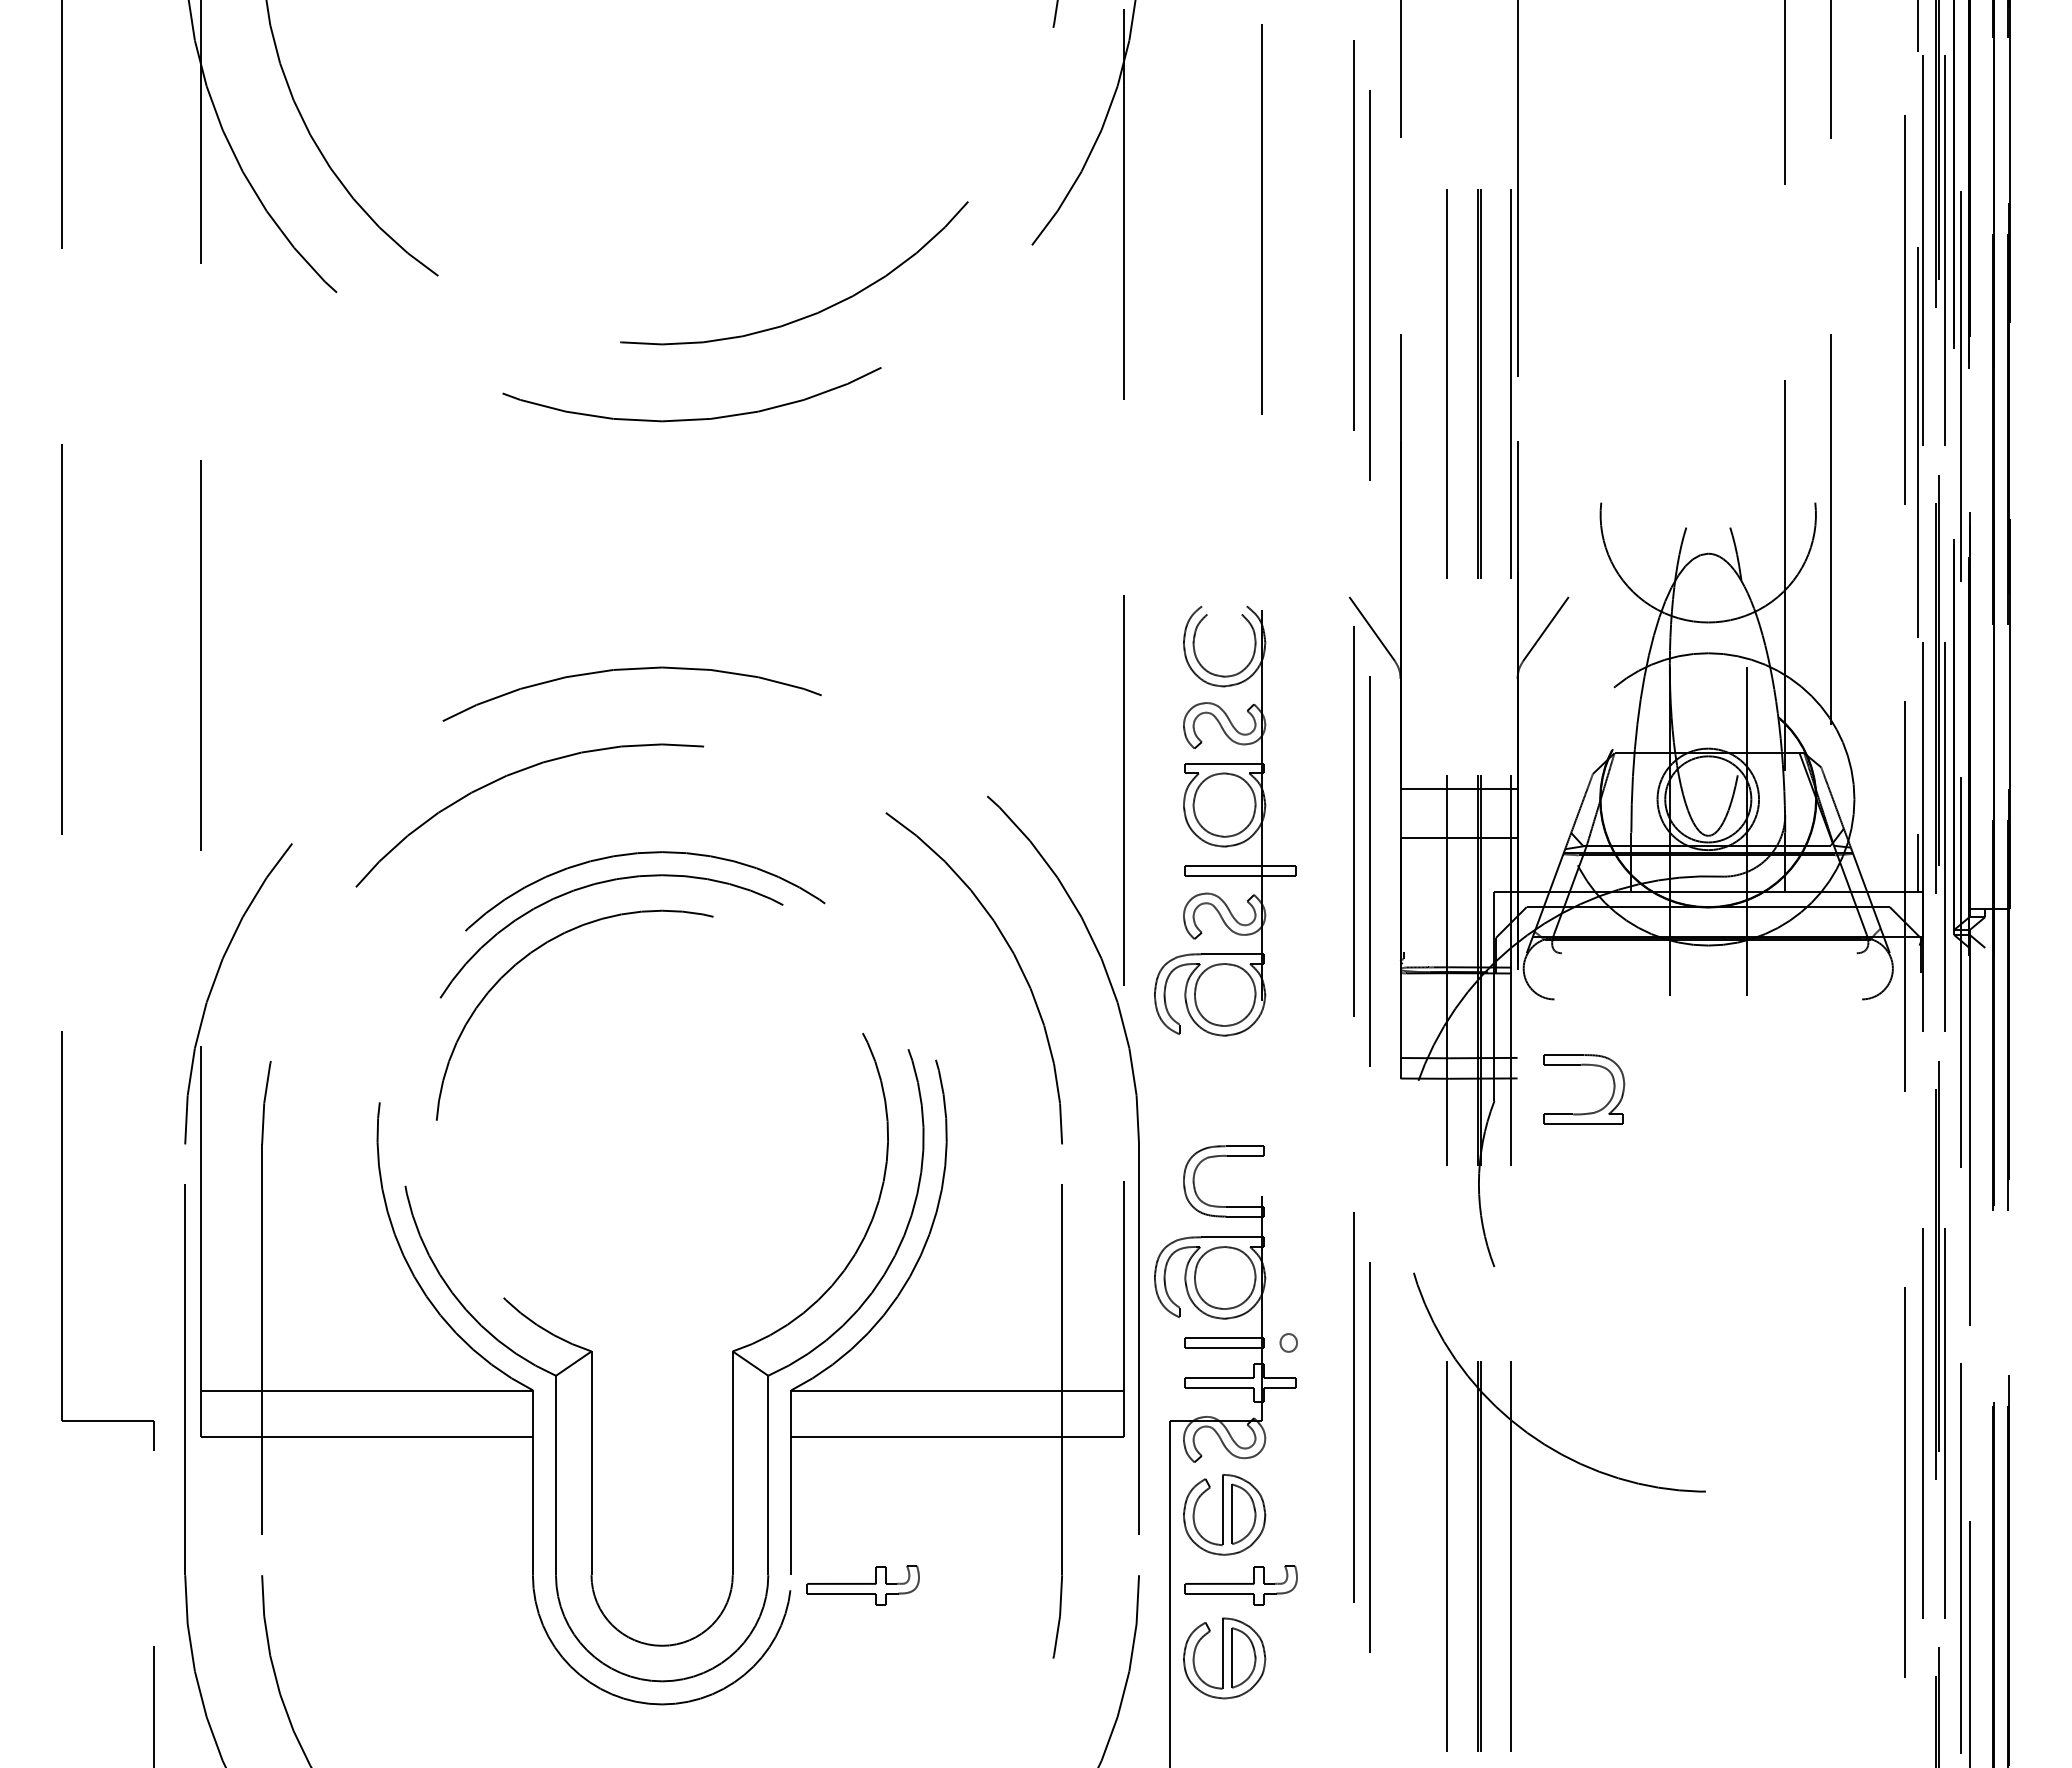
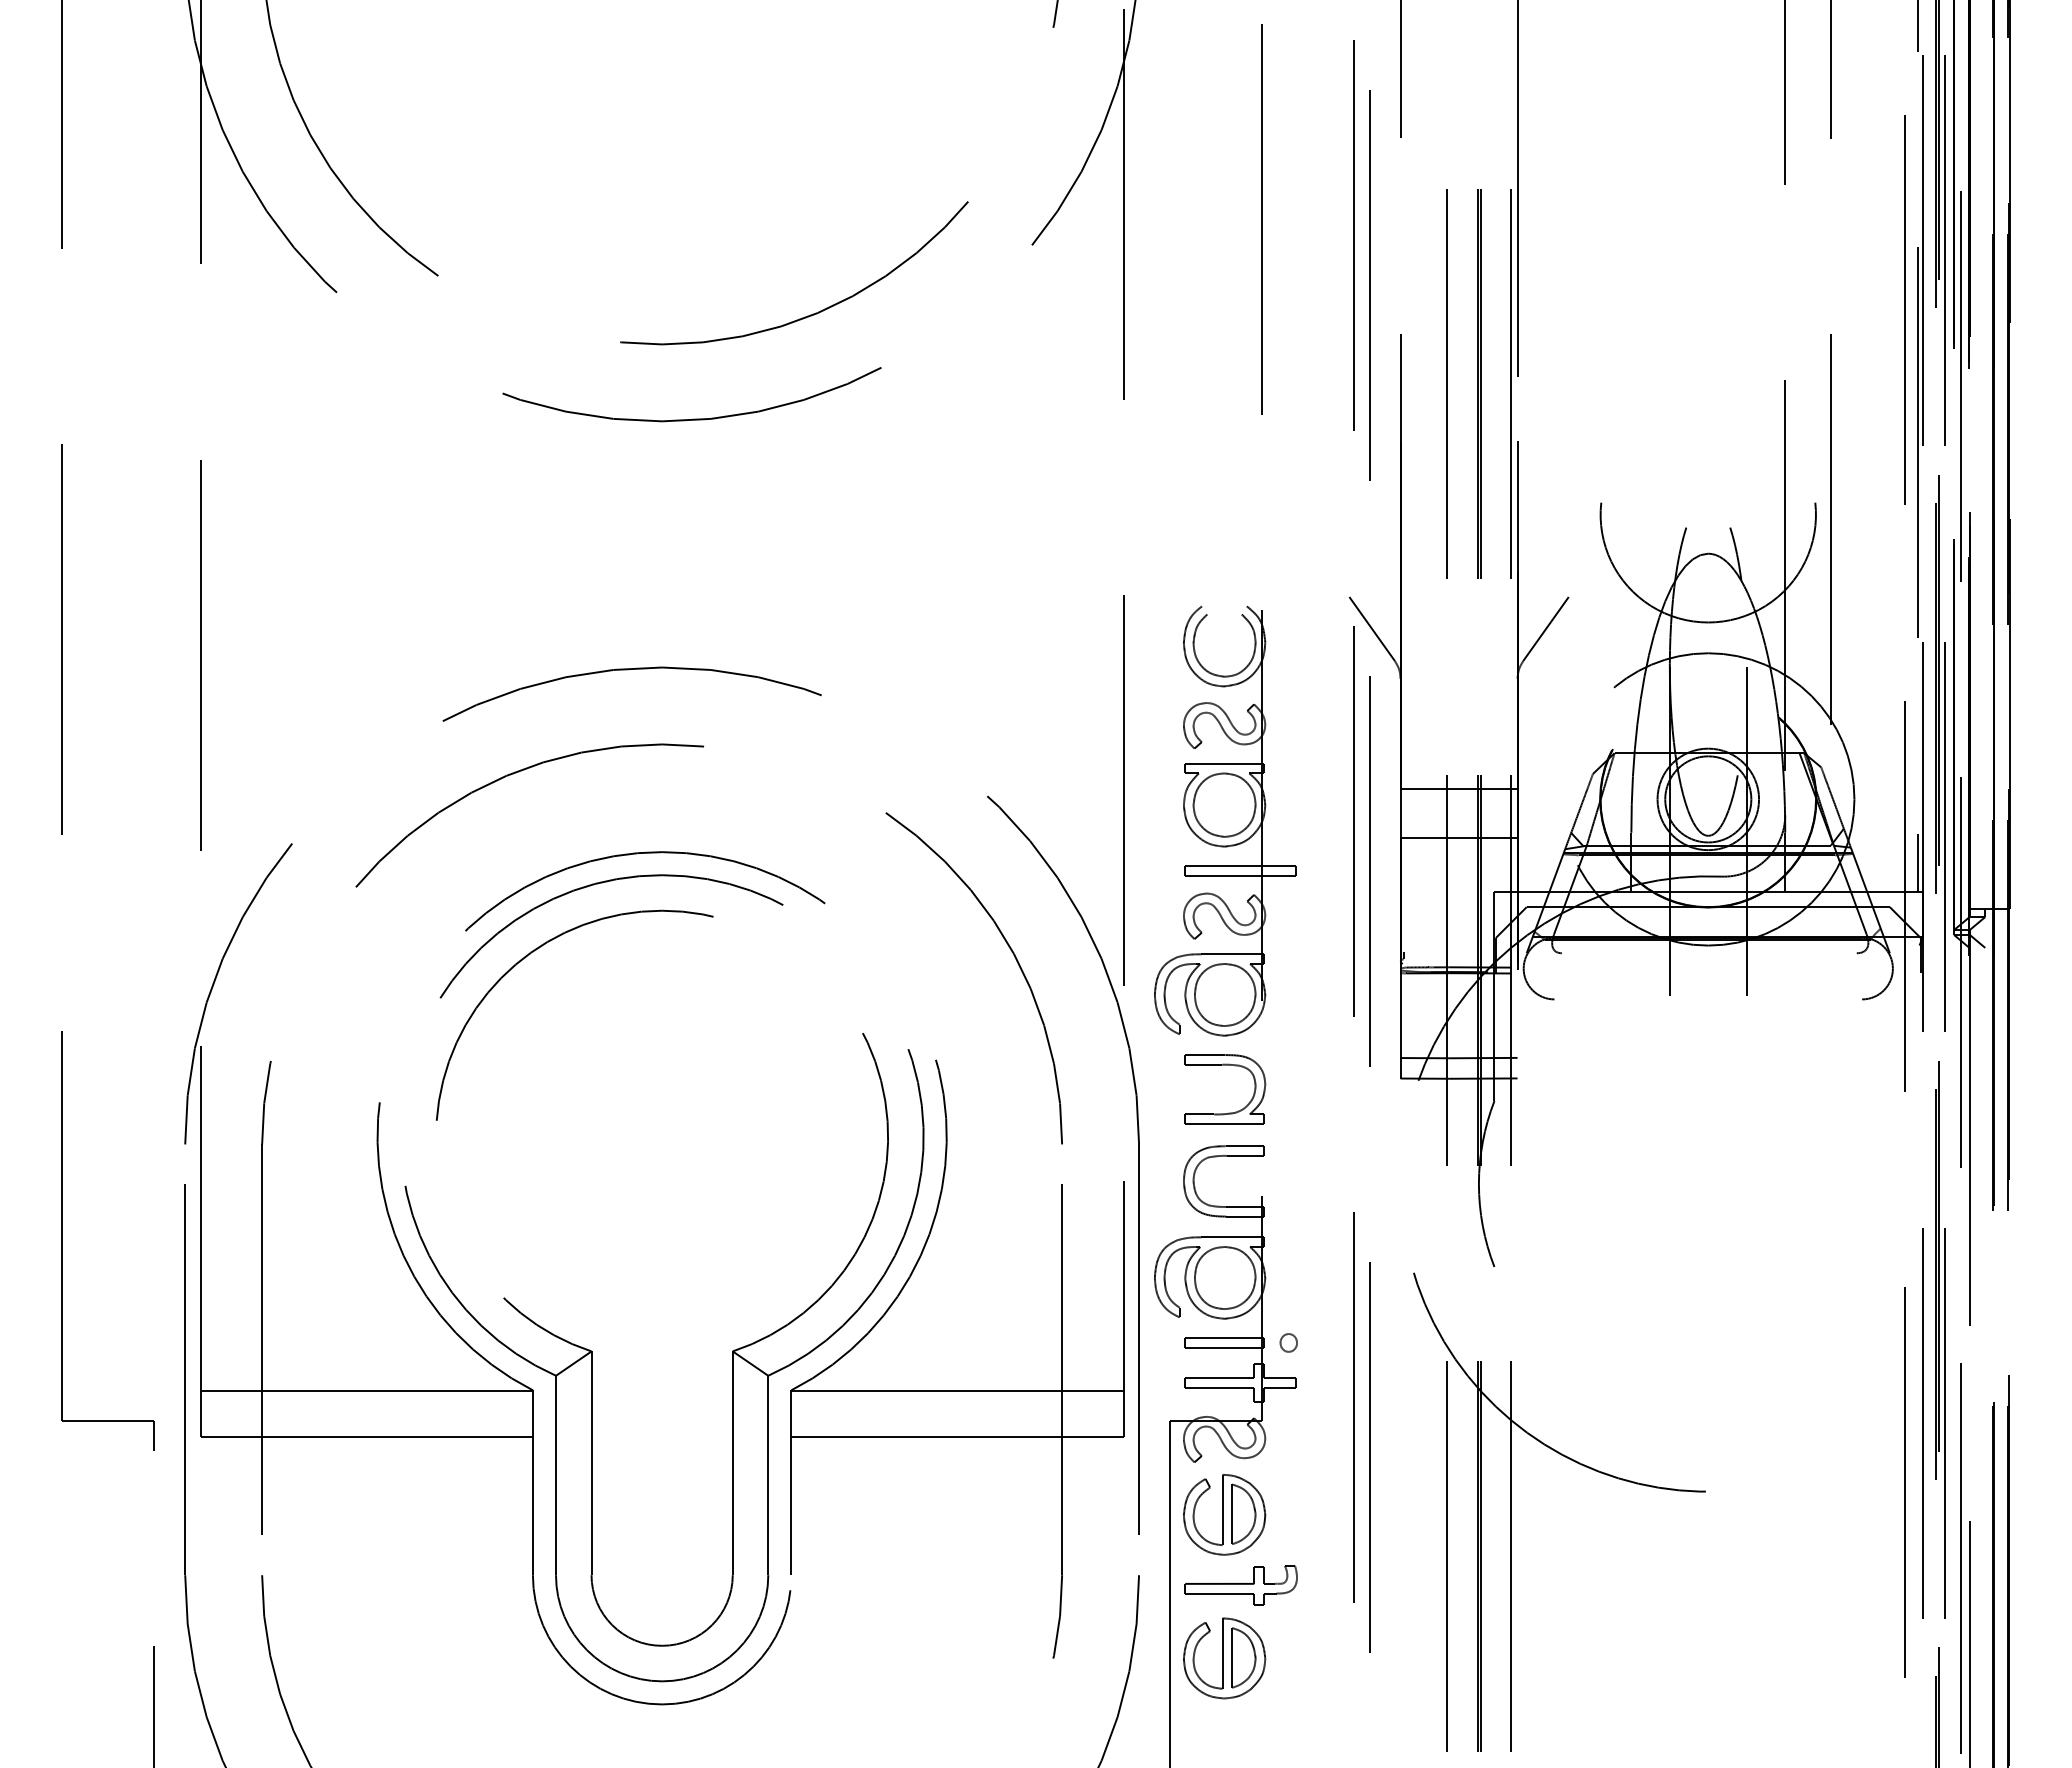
part at (1587, 1112) position: (1587, 1112) -> (1228, 1112)
part at (862, 1585): present -> none
